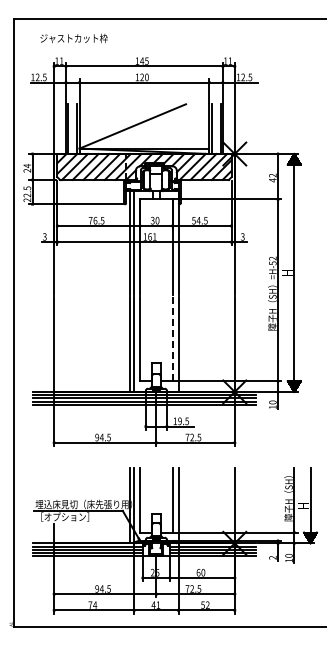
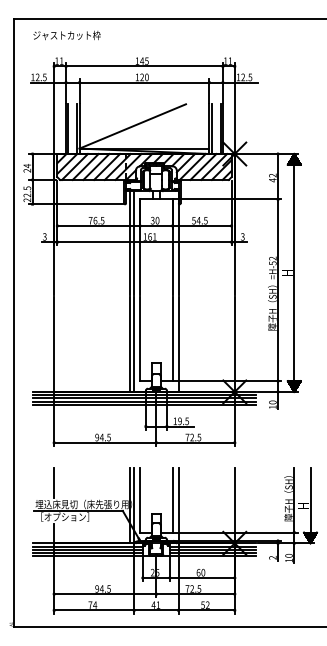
text at (73, 38) position: (73, 38) -> (66, 35)
line at (172, 339): dashed -> solid
line at (54, 482): none -> present
